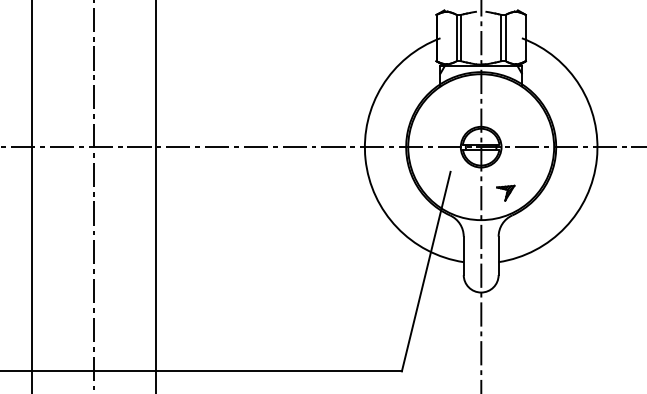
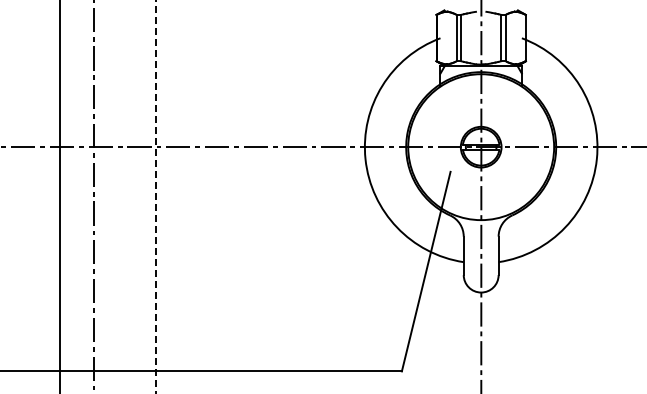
part at (505, 192): present -> none
line at (31, 196) position: (31, 196) -> (59, 196)
line at (155, 196): solid -> dashed
